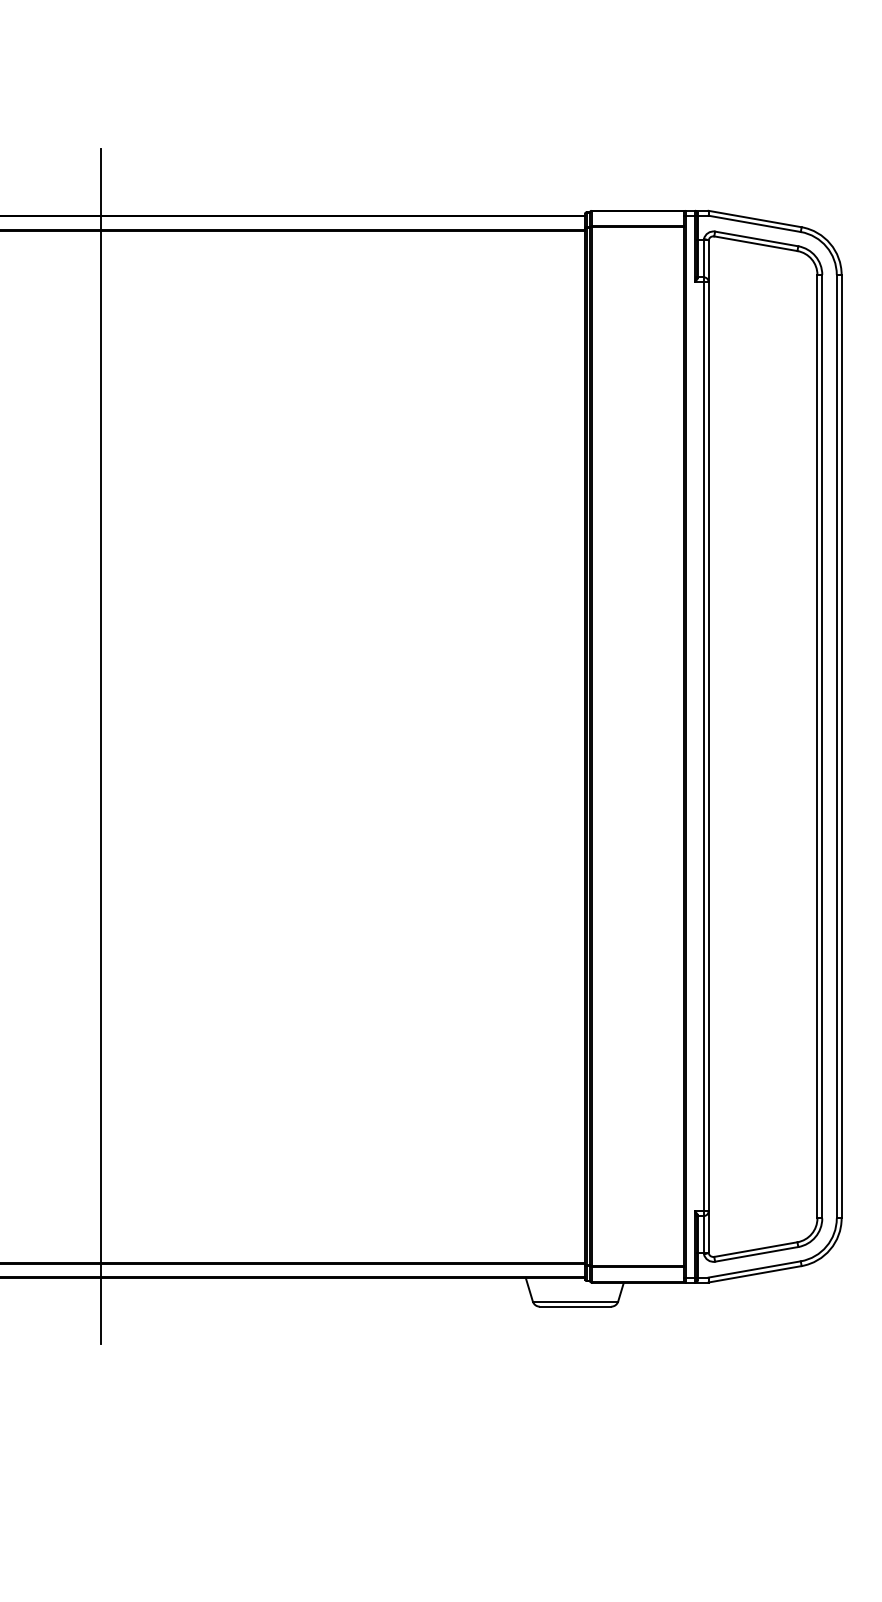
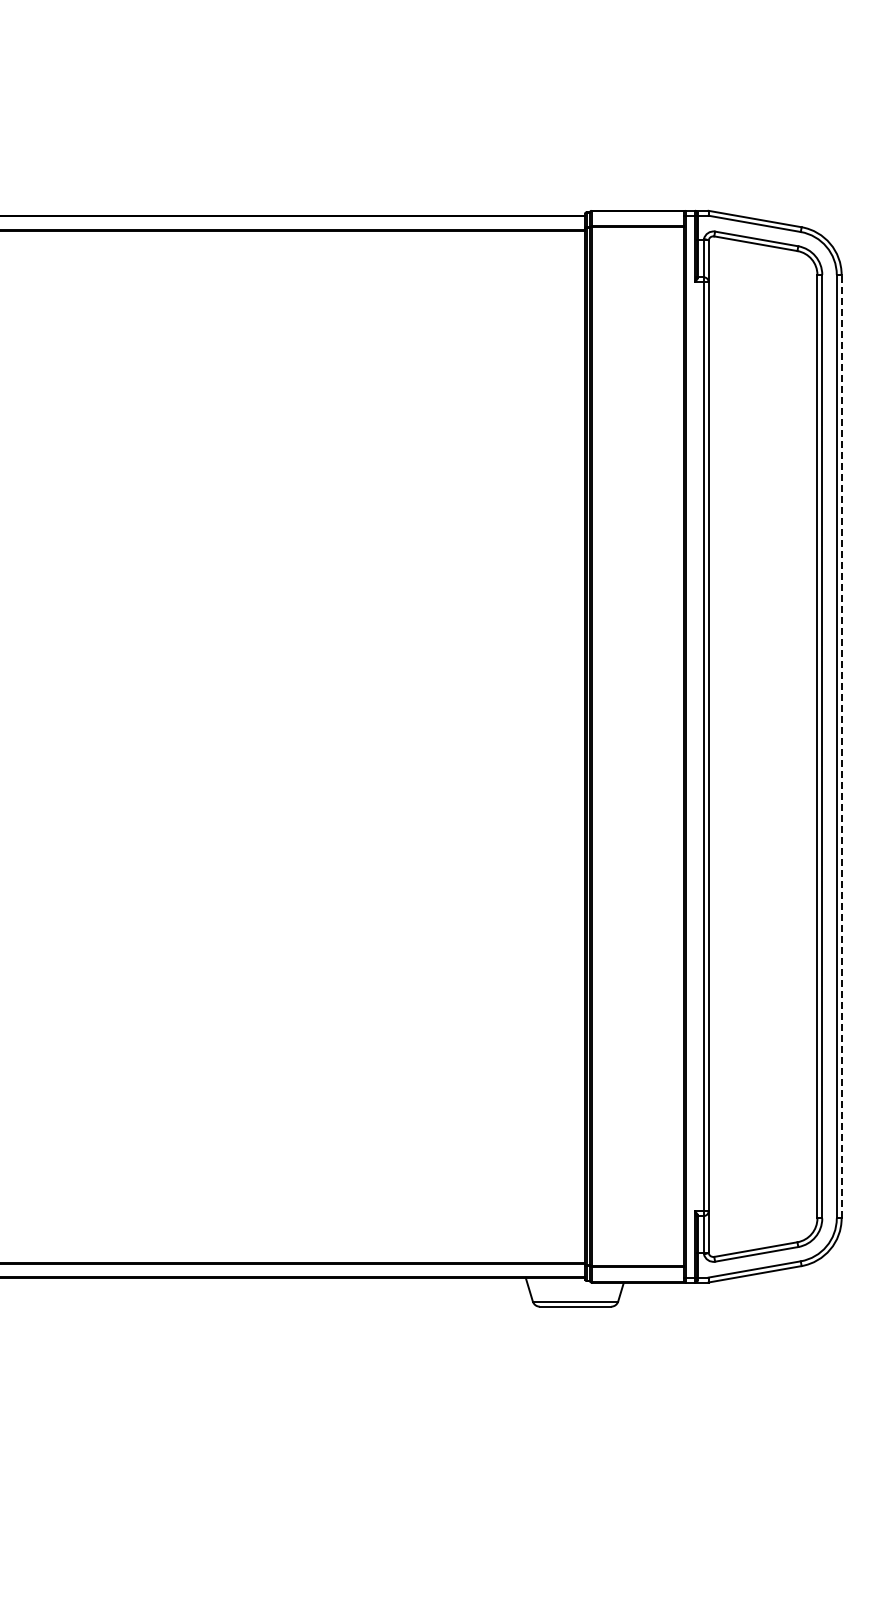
line at (101, 746): present -> none
line at (841, 746): solid -> dashed
